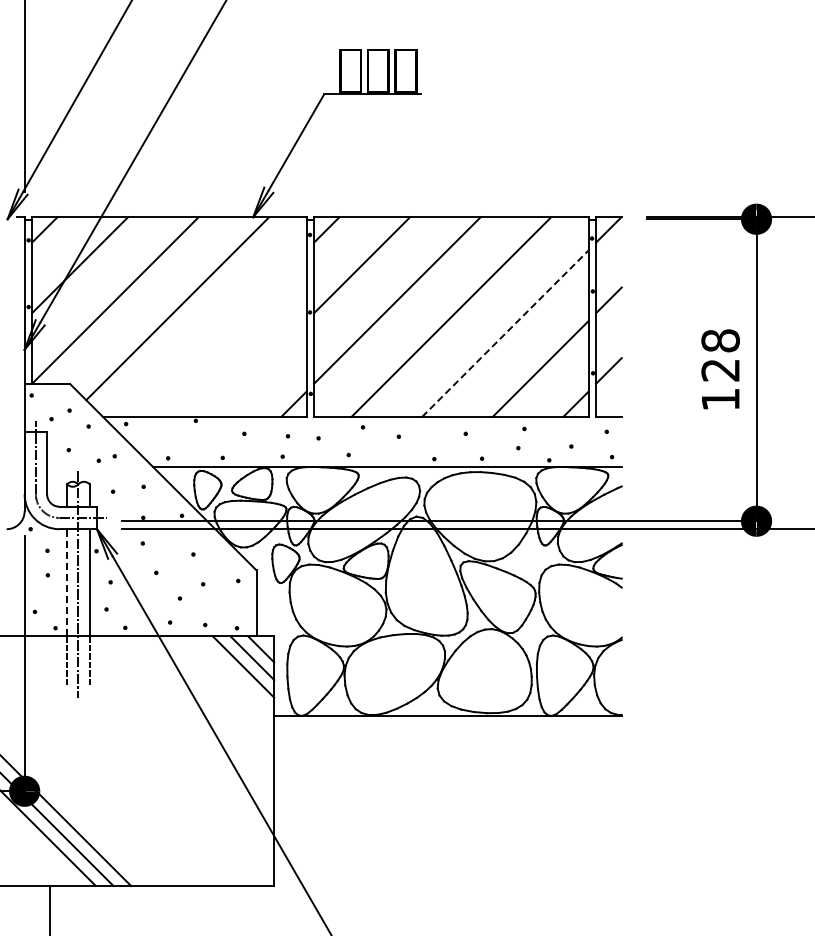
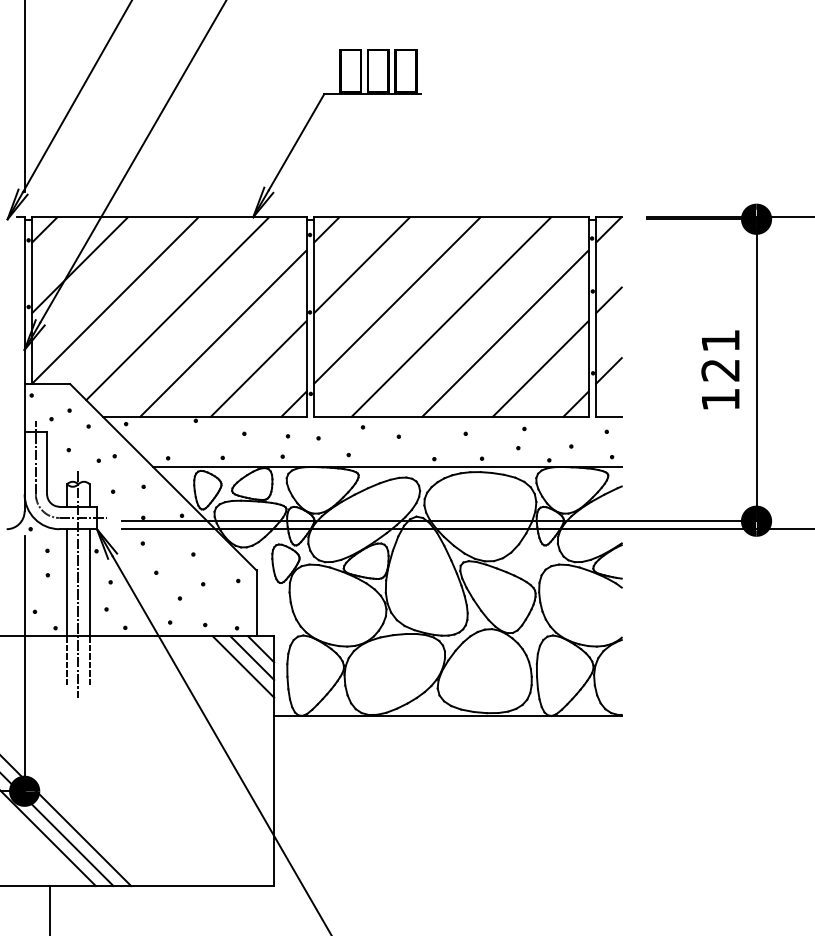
line at (223, 333): none -> present
line at (505, 333): dashed -> solid
text at (720, 340): 128 -> 121
line at (258, 368): none -> present
line at (67, 583): dashed -> solid
